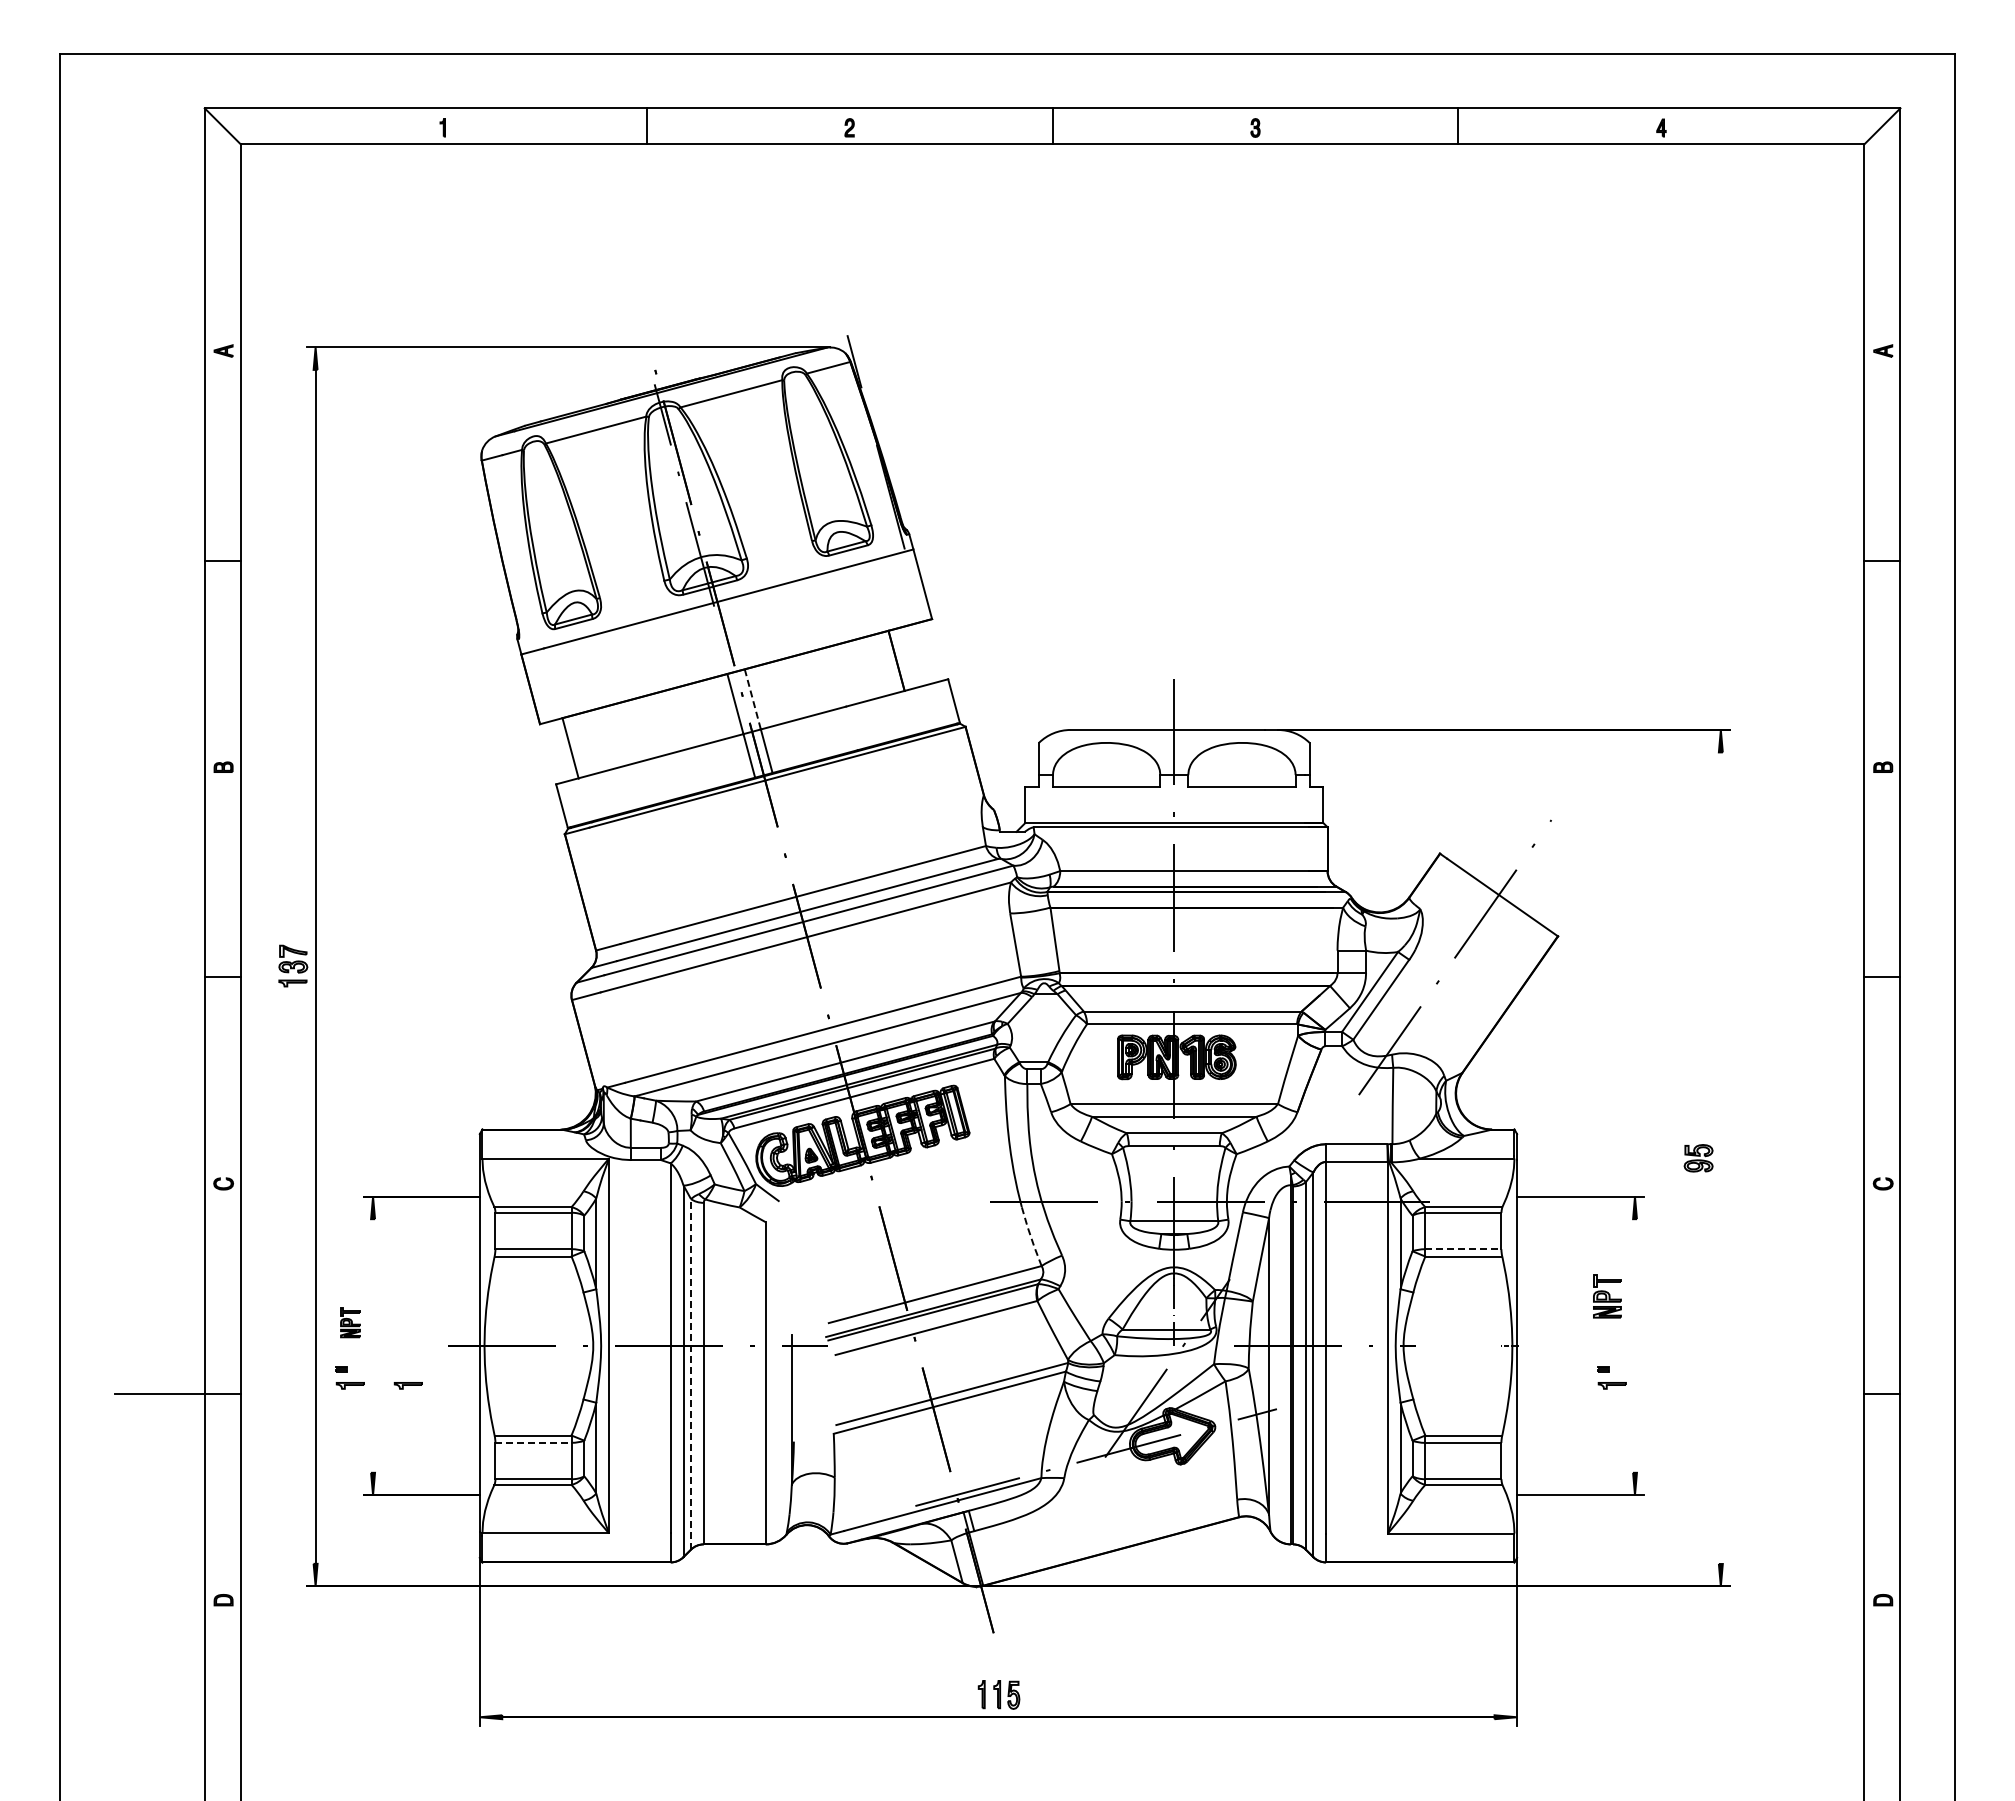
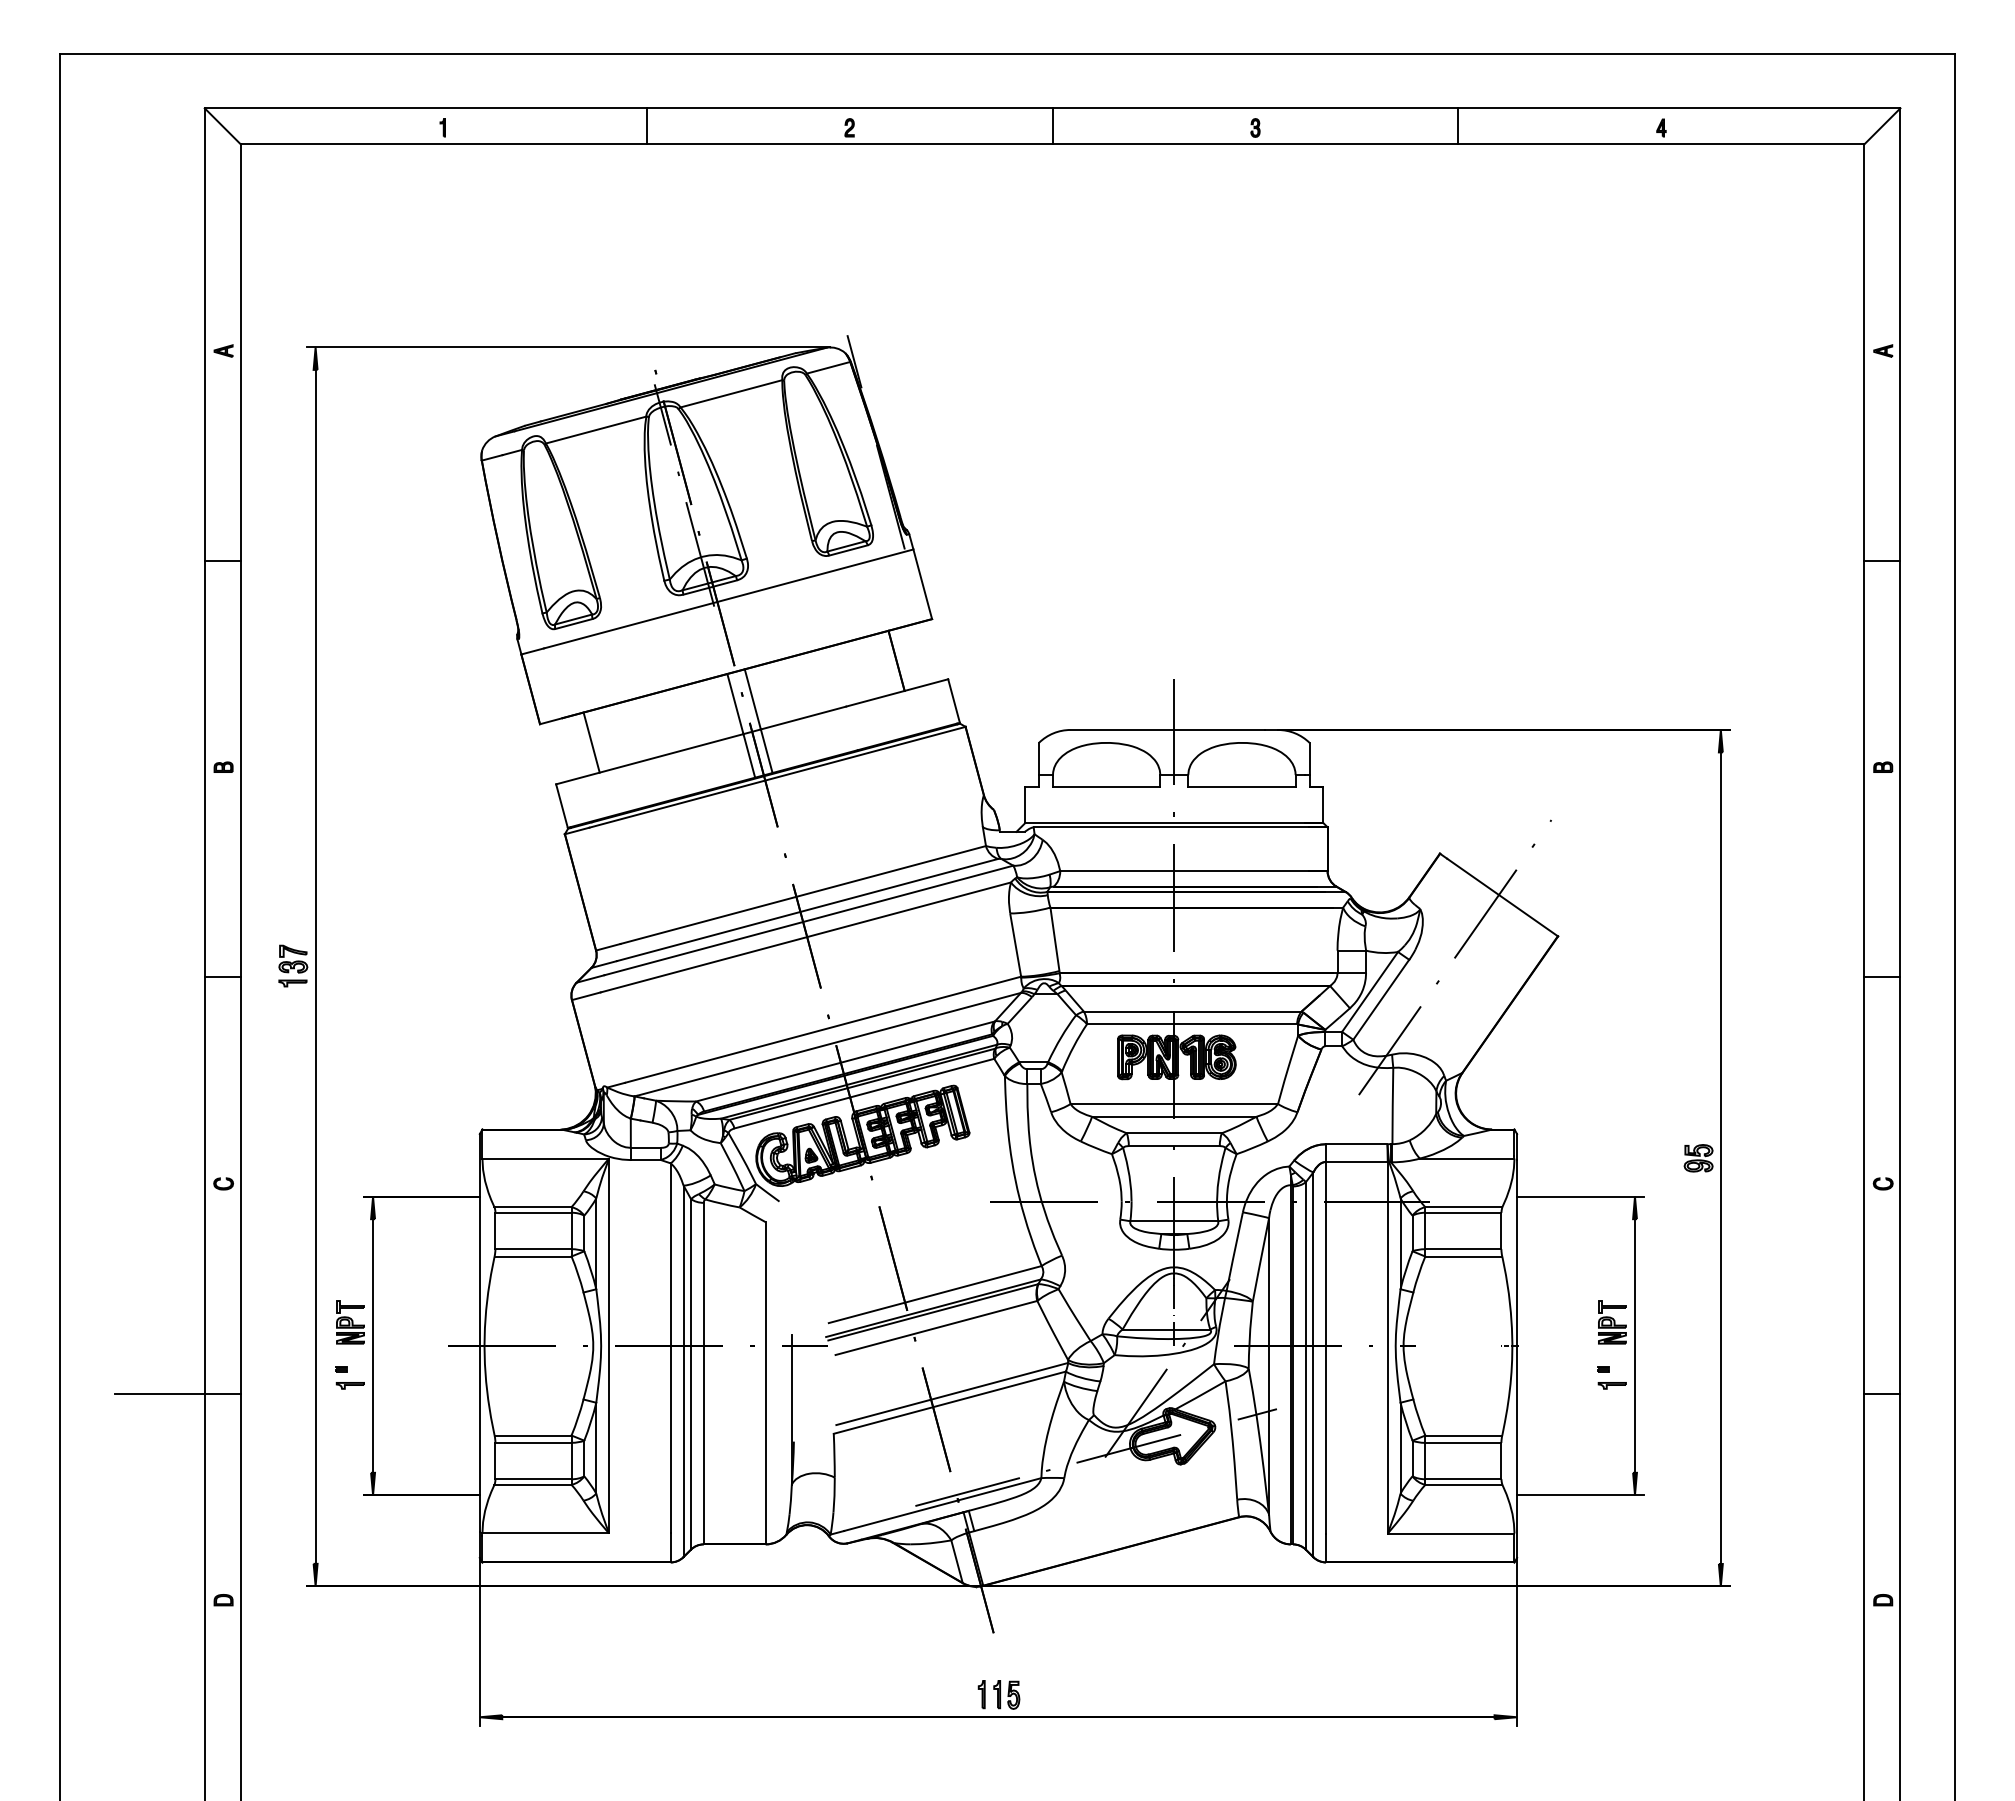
line at (752, 699): dashed -> solid
line at (570, 748) position: (570, 748) -> (591, 742)
line at (1720, 1158): none -> present
line at (1030, 1236): dashed -> solid
line at (1463, 1249): dashed -> solid
part at (1607, 1296) position: (1607, 1296) -> (1612, 1322)
part at (350, 1322) size: 21x32 px -> 29x45 px
line at (373, 1345): none -> present
line at (1634, 1345): none -> present
line at (691, 1373): dashed -> solid
part at (407, 1385): present -> none
line at (533, 1442): dashed -> solid
